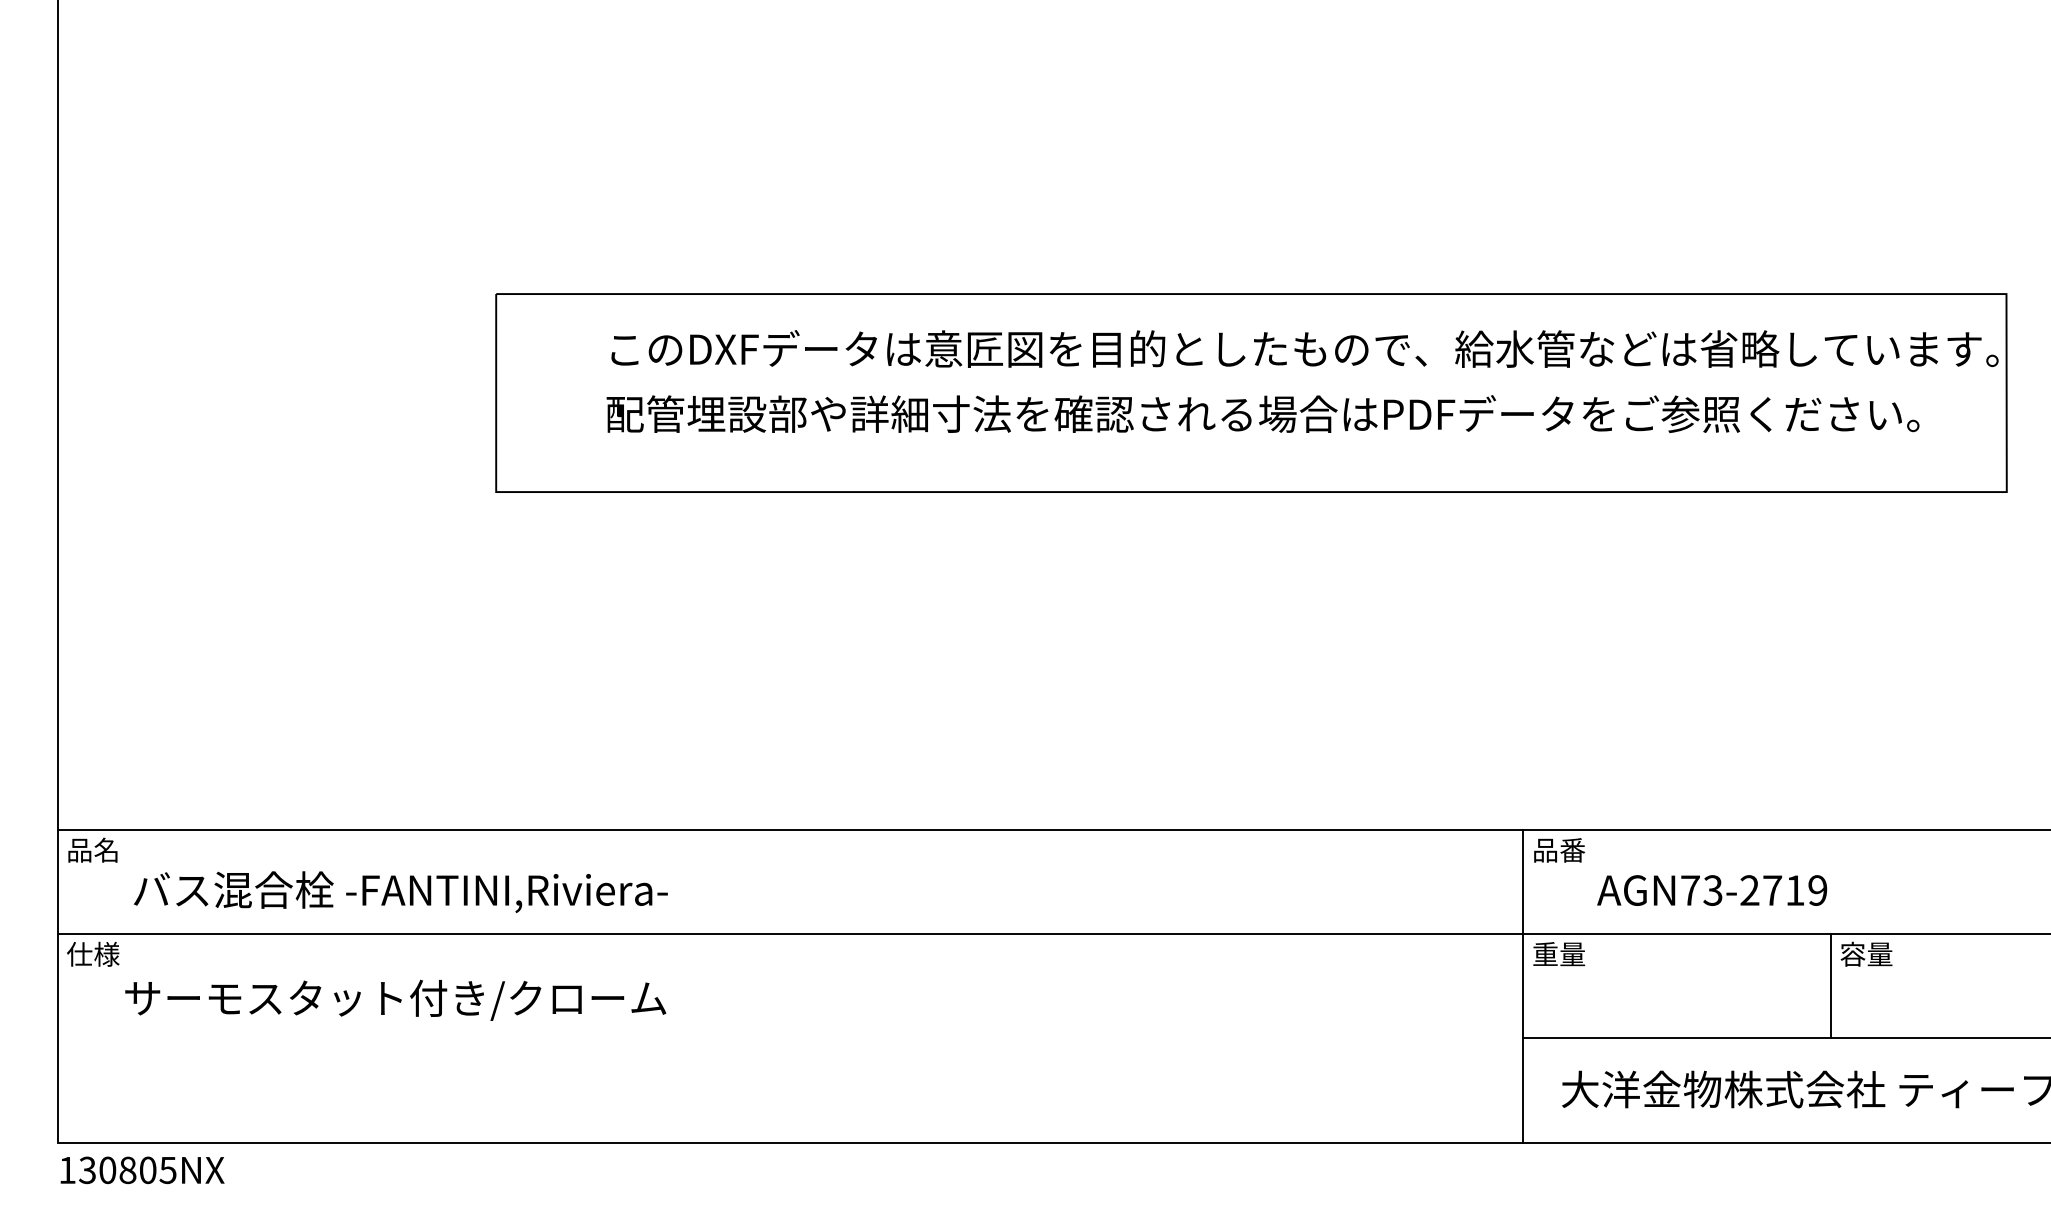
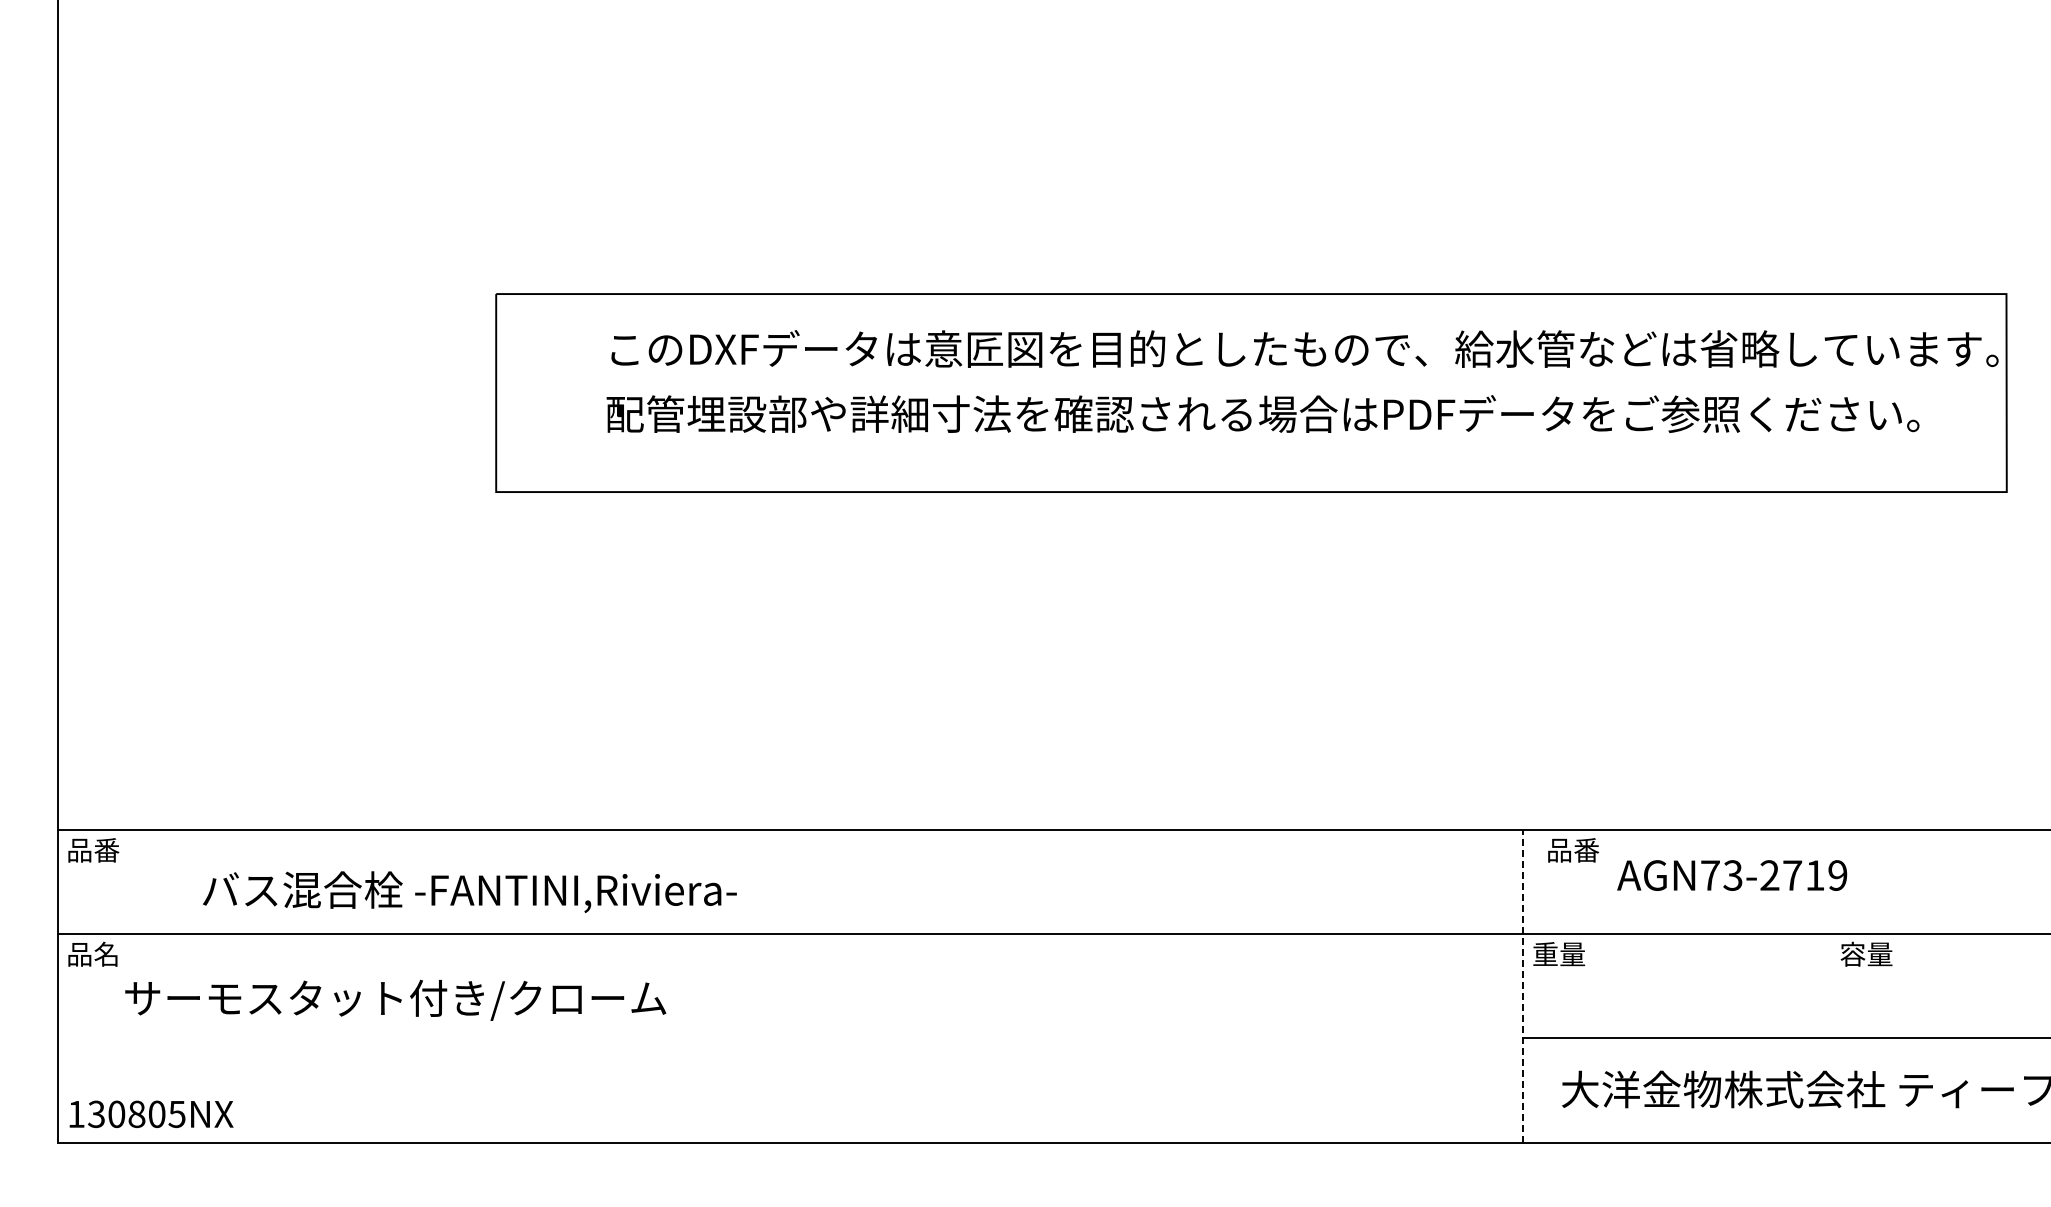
text at (106, 849): 品名 -> 品番
text at (1559, 850) position: (1559, 850) -> (1573, 850)
text at (1712, 890) position: (1712, 890) -> (1732, 875)
text at (400, 891) position: (400, 891) -> (469, 891)
text at (93, 953): 仕様 -> 品名
line at (1523, 985): solid -> dashed
line at (1830, 986): present -> none
text at (142, 1170) position: (142, 1170) -> (151, 1114)
